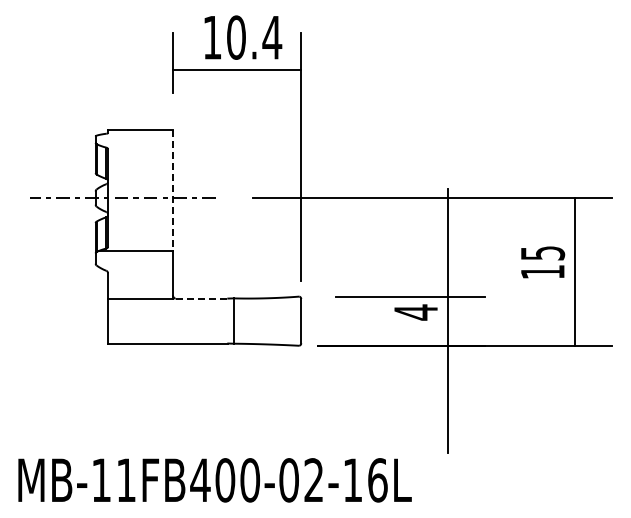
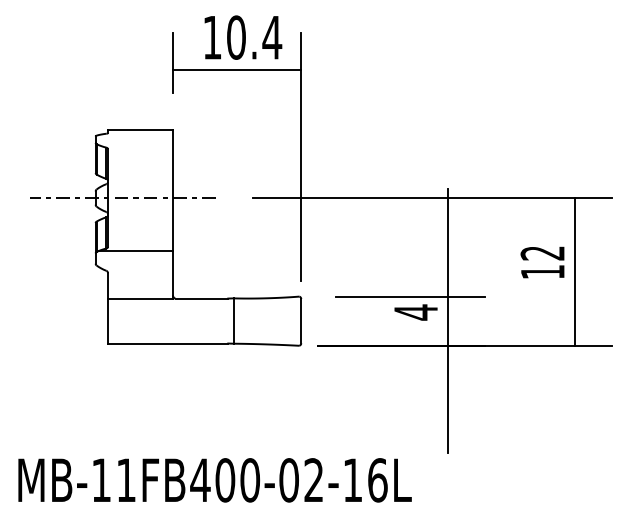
line at (173, 191): dashed -> solid
text at (542, 253): 15 -> 12
line at (202, 298): dashed -> solid
